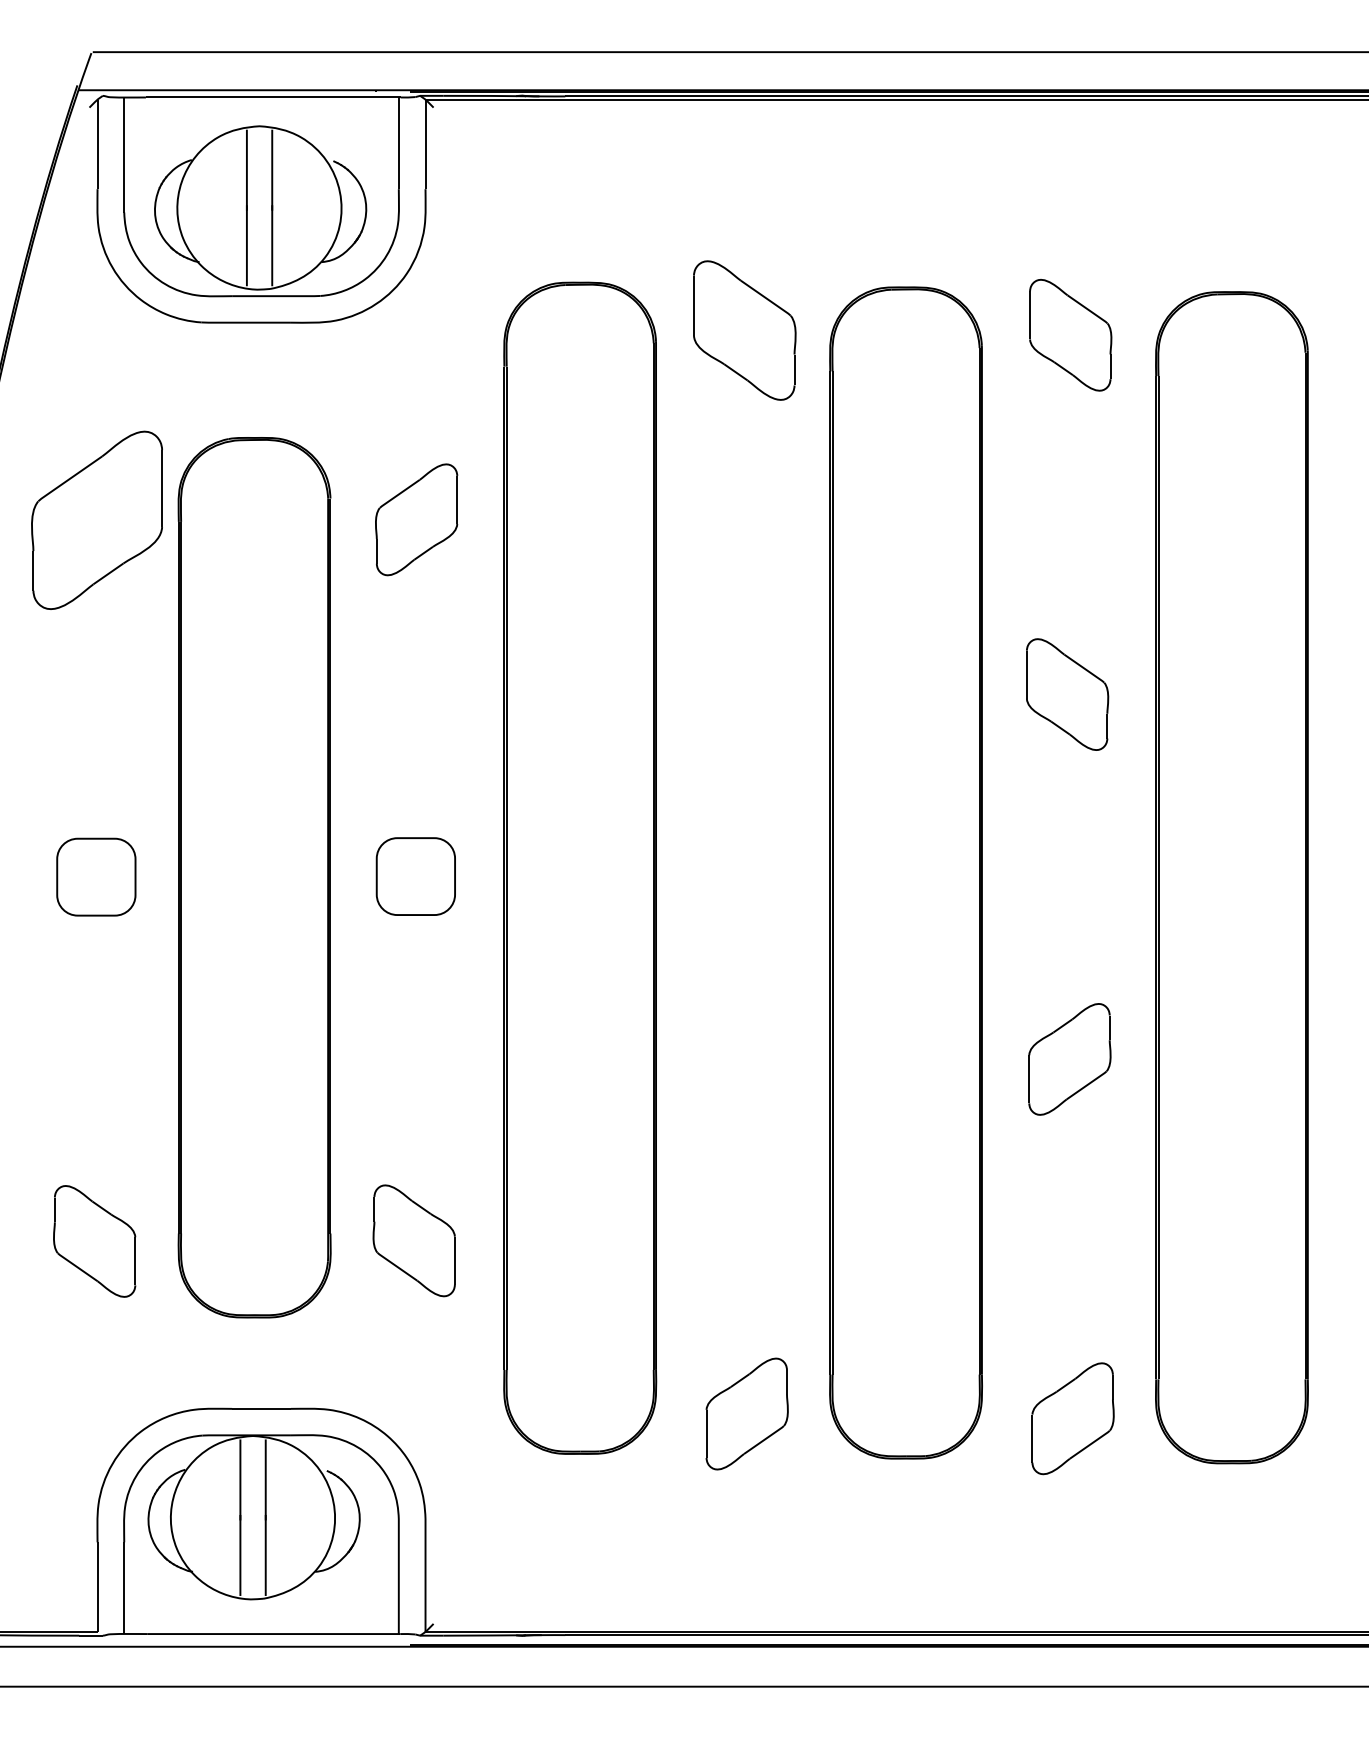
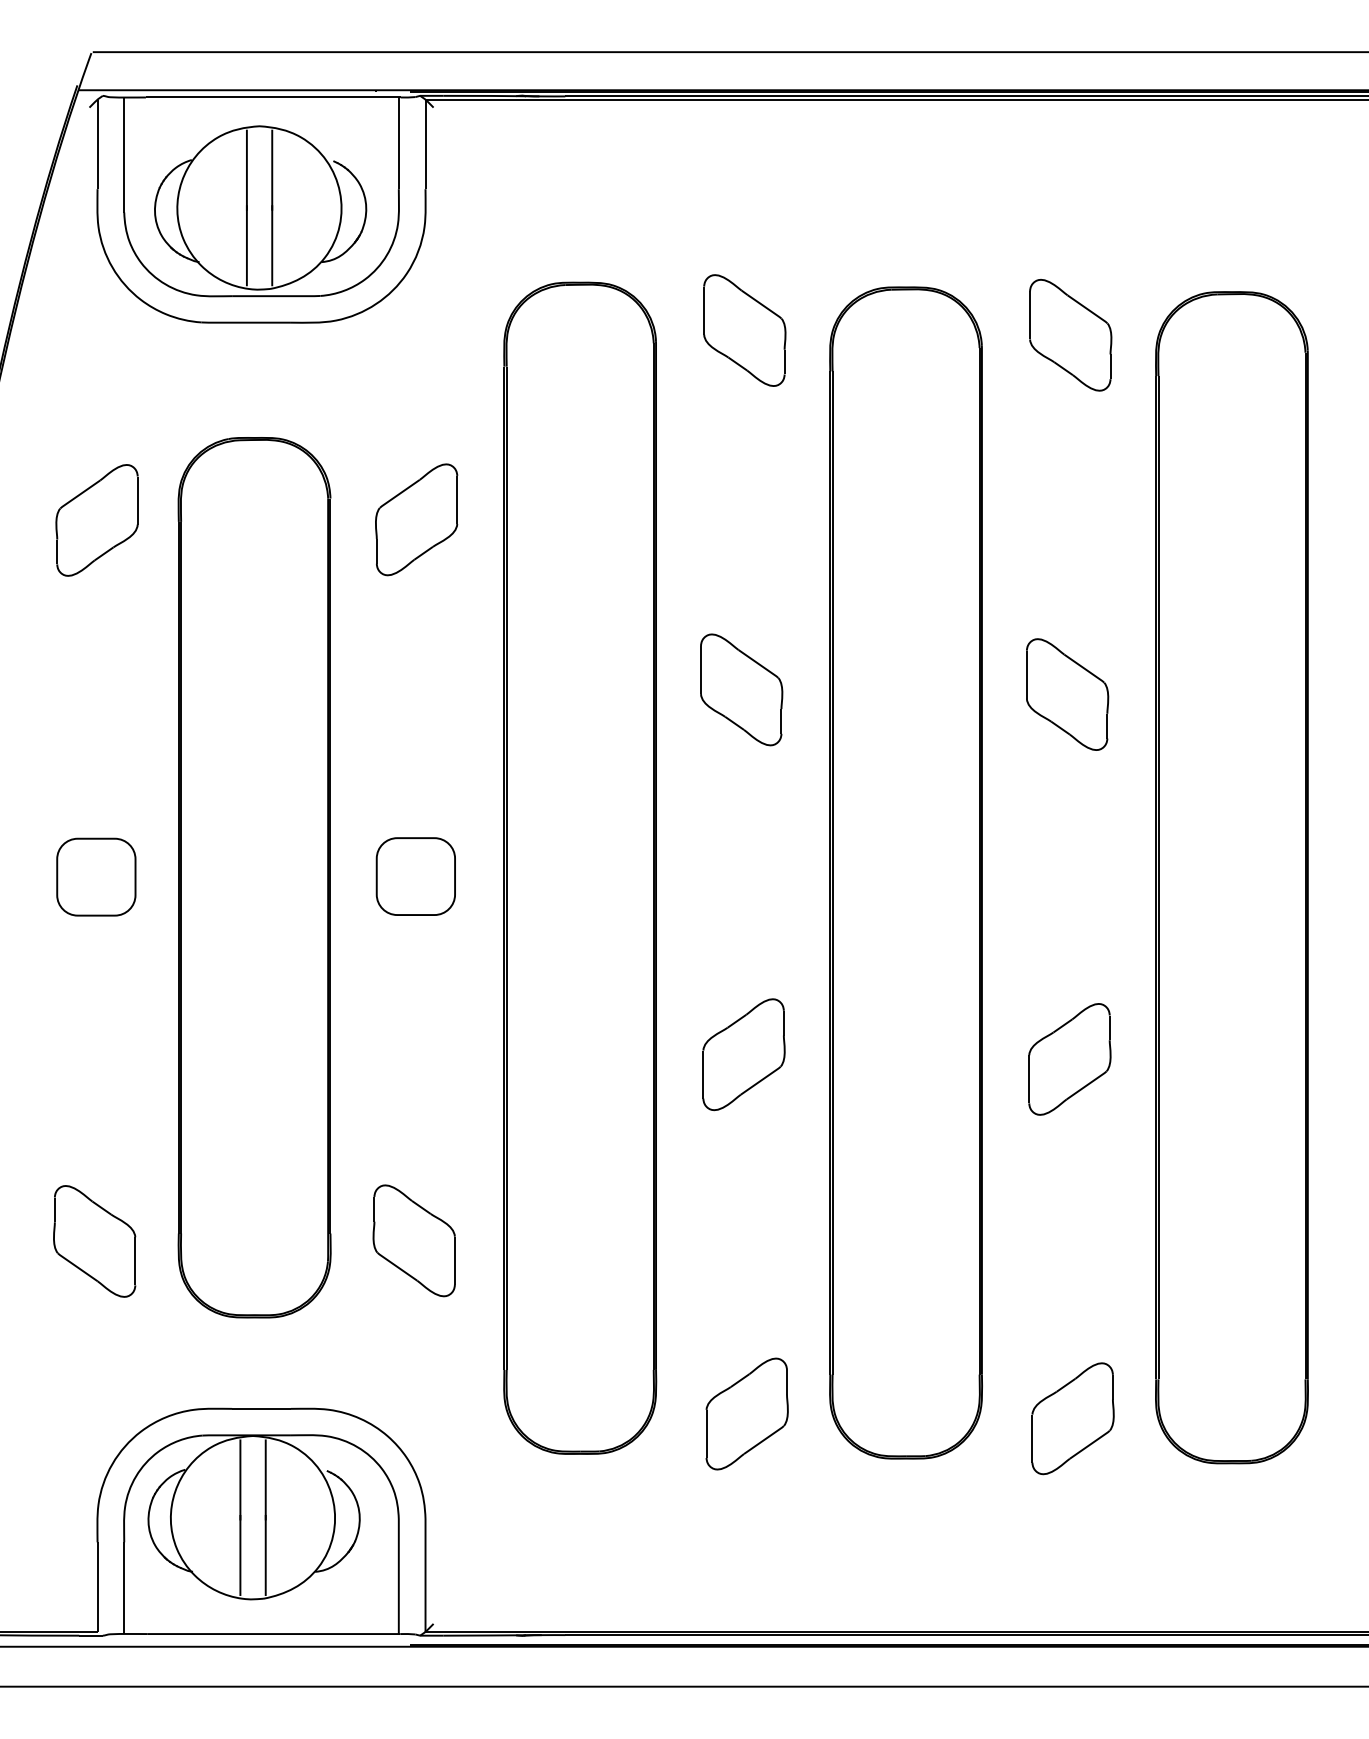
part at (744, 330) size: 104x141 px -> 84x113 px
part at (96, 519) size: 132x180 px -> 84x113 px
part at (741, 689): none -> present
part at (743, 1054): none -> present
